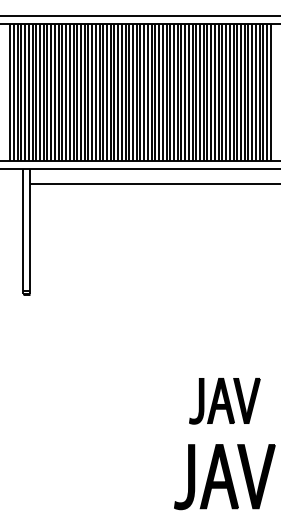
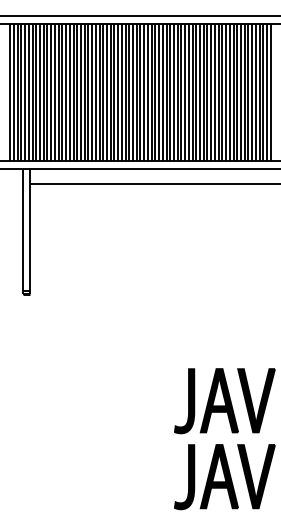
part at (224, 401) size: 72x47 px -> 102x67 px
